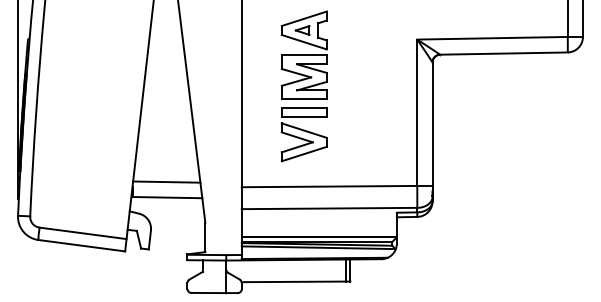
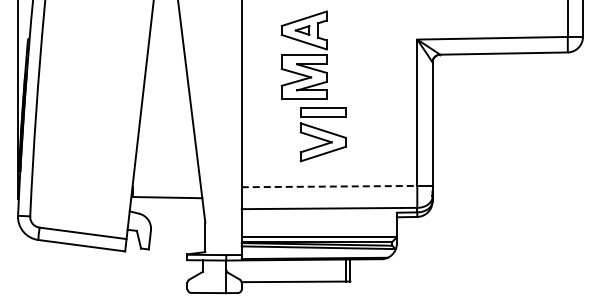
part at (303, 134) position: (303, 134) -> (322, 134)
line at (166, 181): present -> none
line at (329, 186): solid -> dashed
